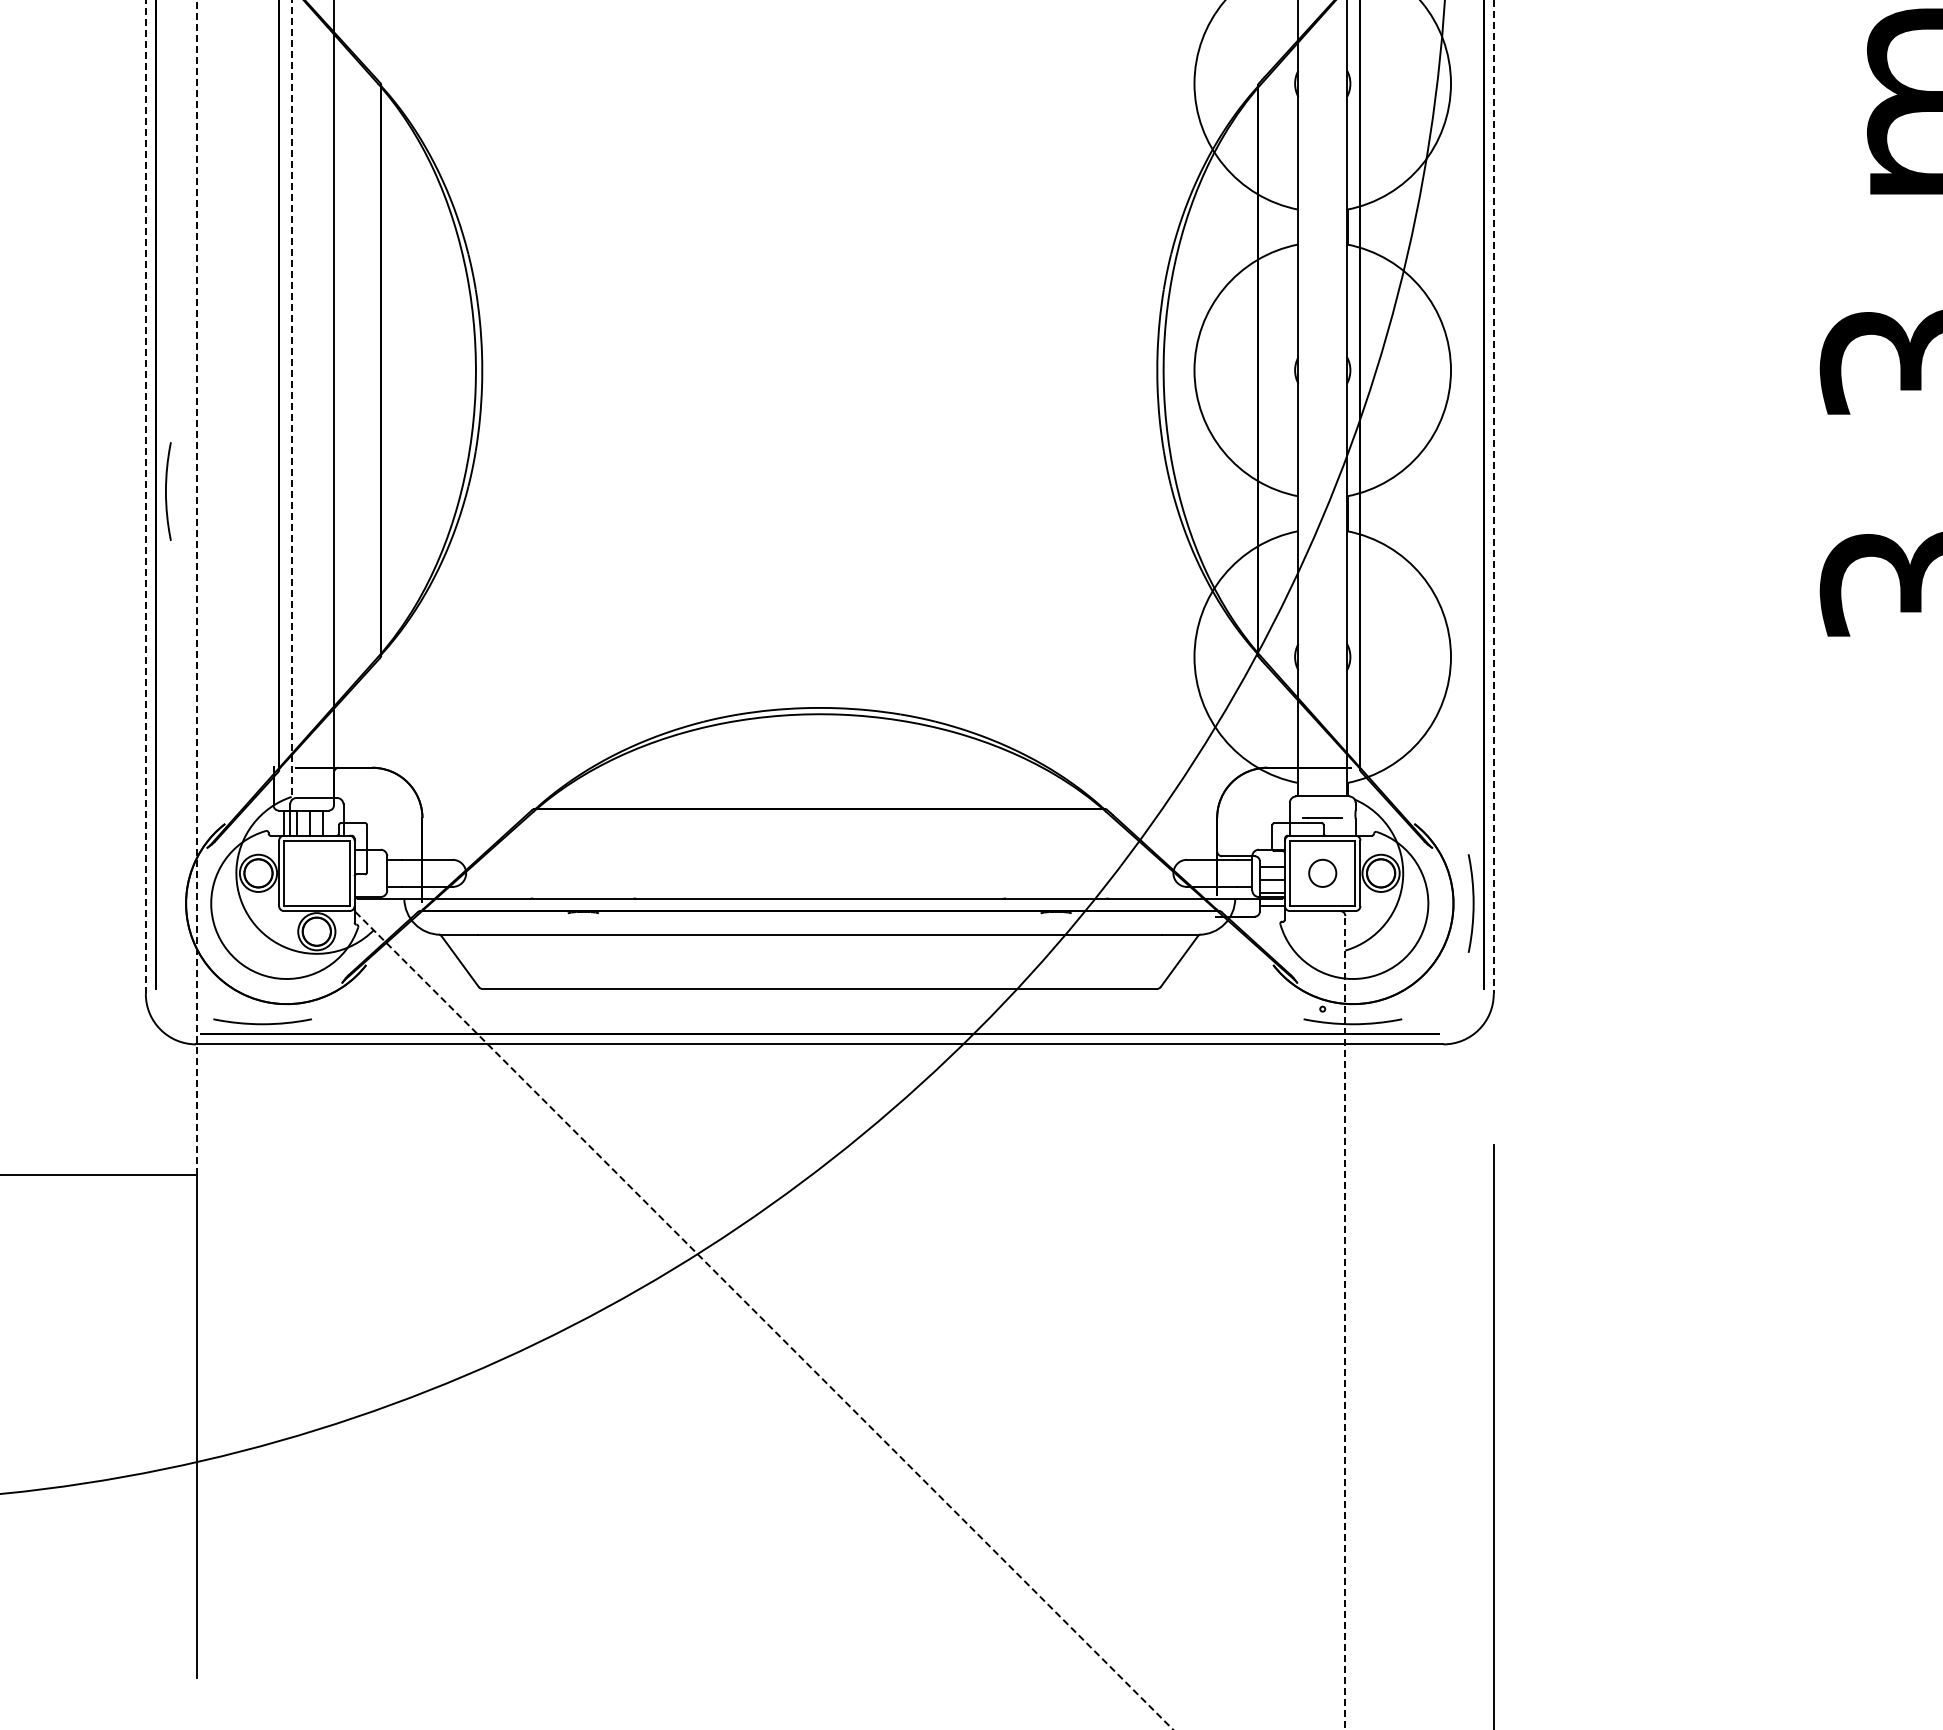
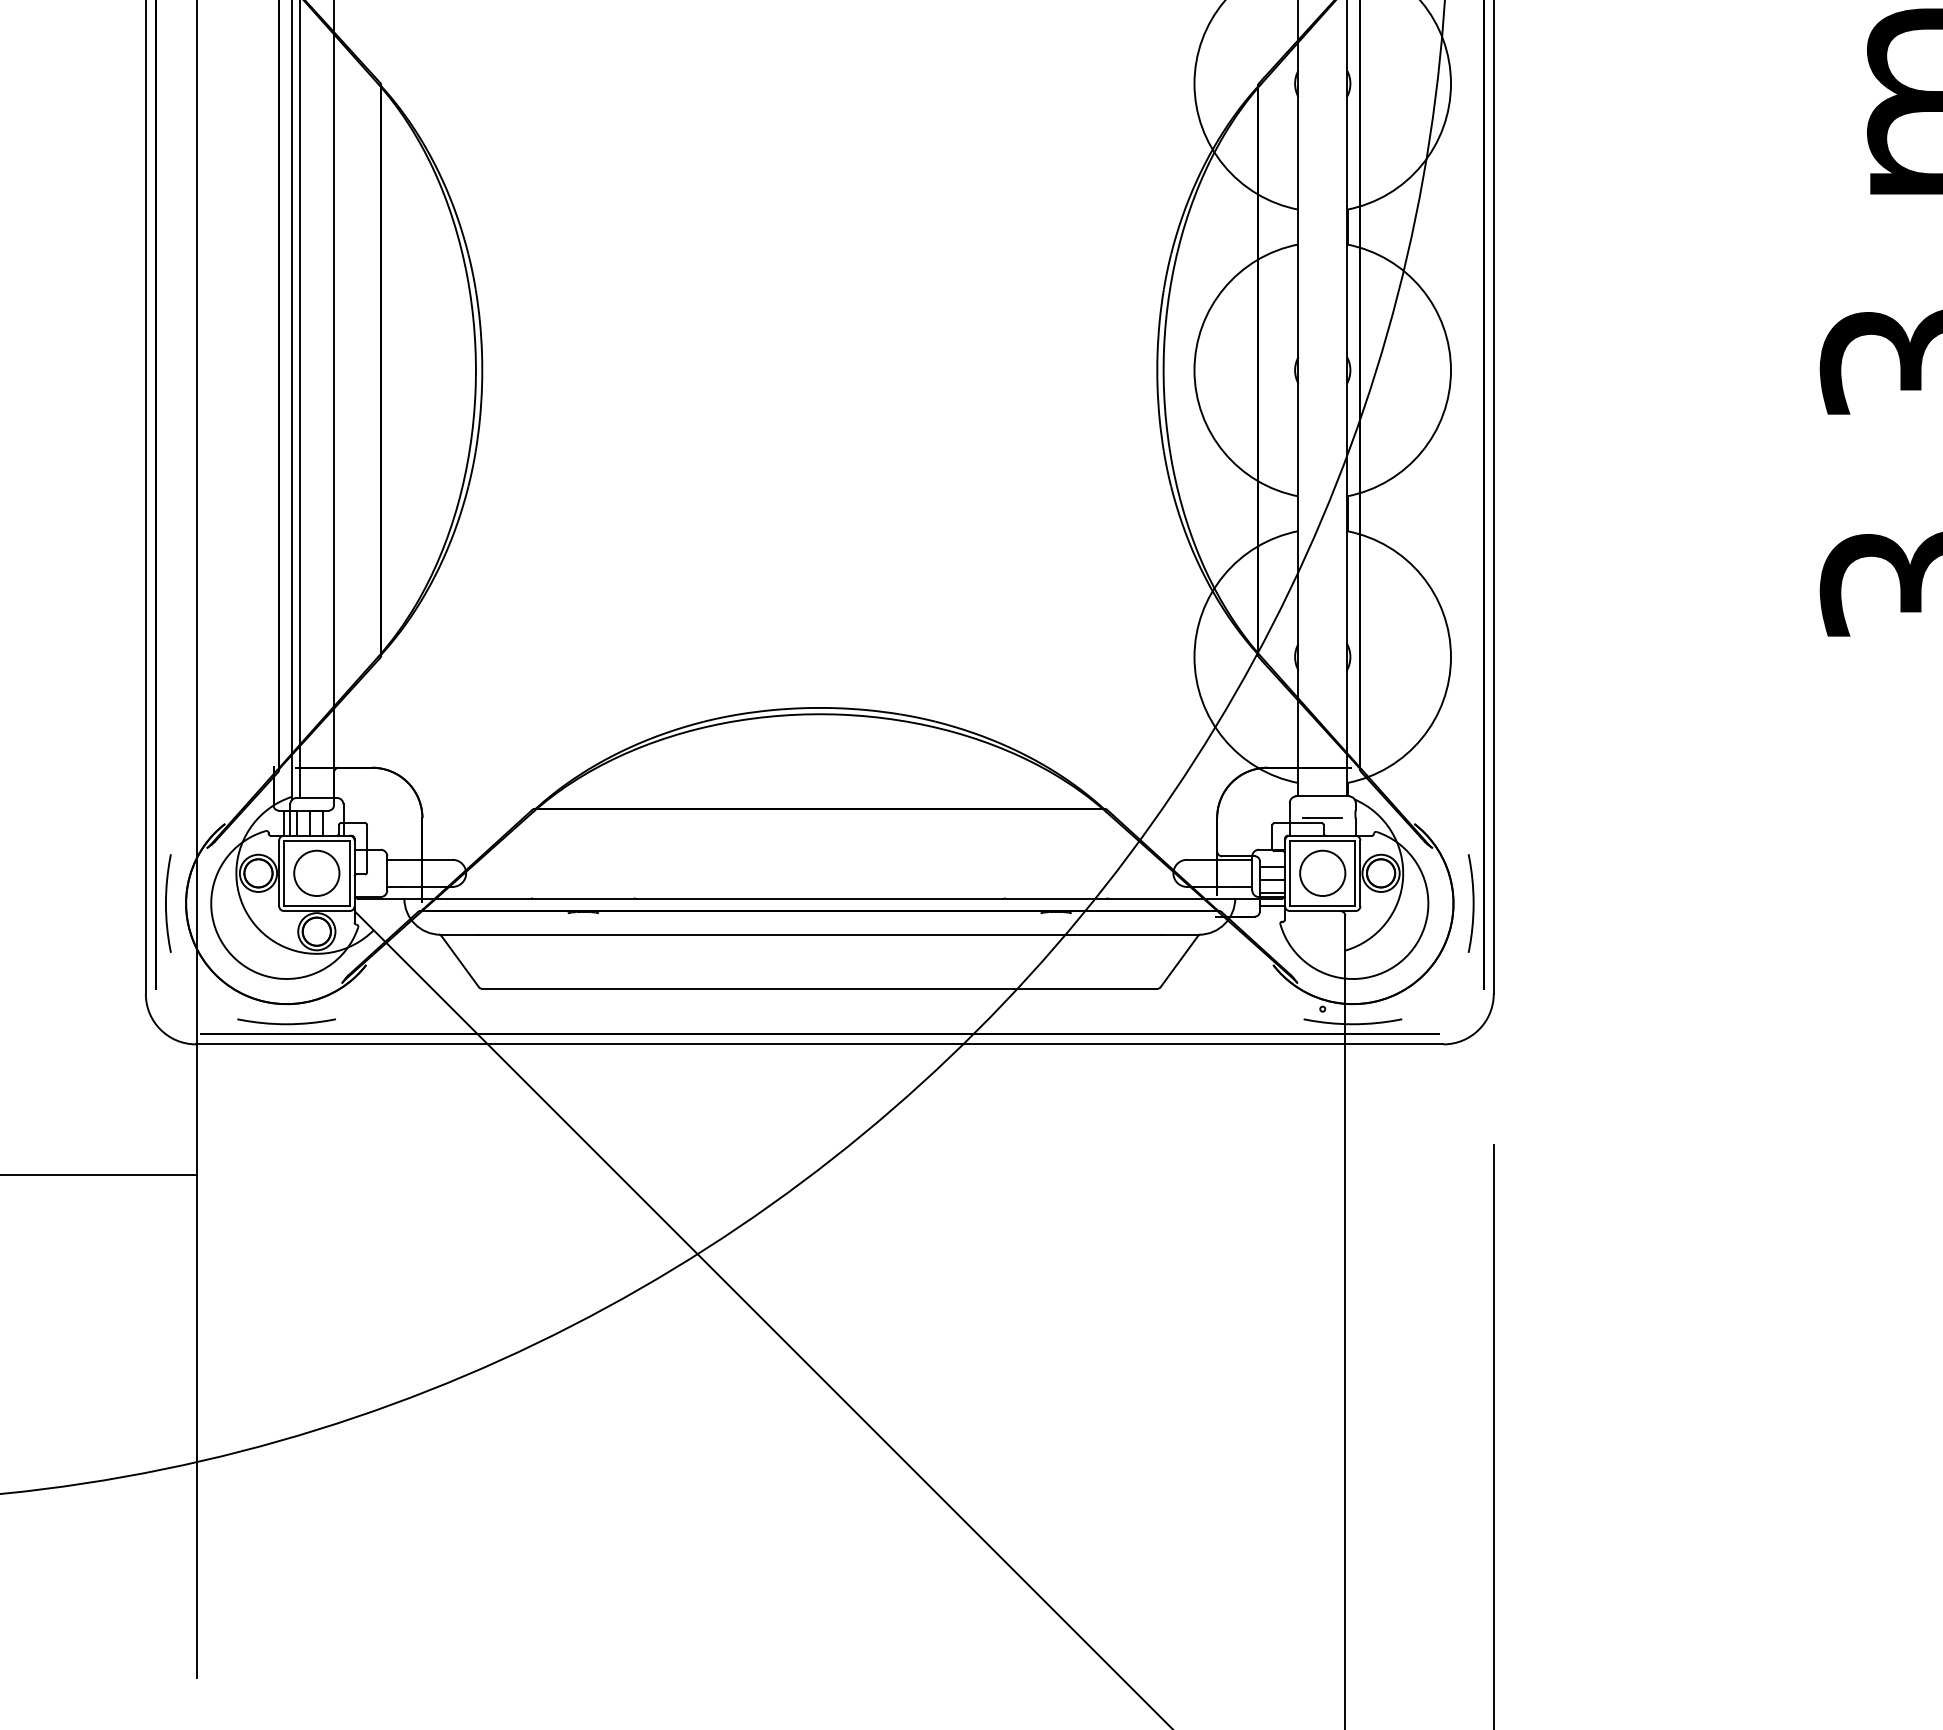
line at (299, 399): none -> present
line at (291, 400): dashed -> solid
curve at (166, 491) position: (166, 491) -> (166, 903)
line at (145, 497): dashed -> solid
line at (1493, 497): dashed -> solid
line at (196, 587): dashed -> solid
circle at (316, 872): none -> present
circle at (1322, 872) diameter: 27 px -> 45 px
curve at (262, 1023) position: (262, 1023) -> (286, 1023)
line at (764, 1320): dashed -> solid
line at (1345, 1322): dashed -> solid
